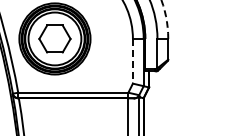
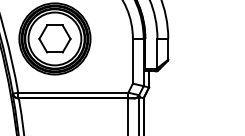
arc at (166, 17): dashed -> solid
line at (132, 61): dashed -> solid
